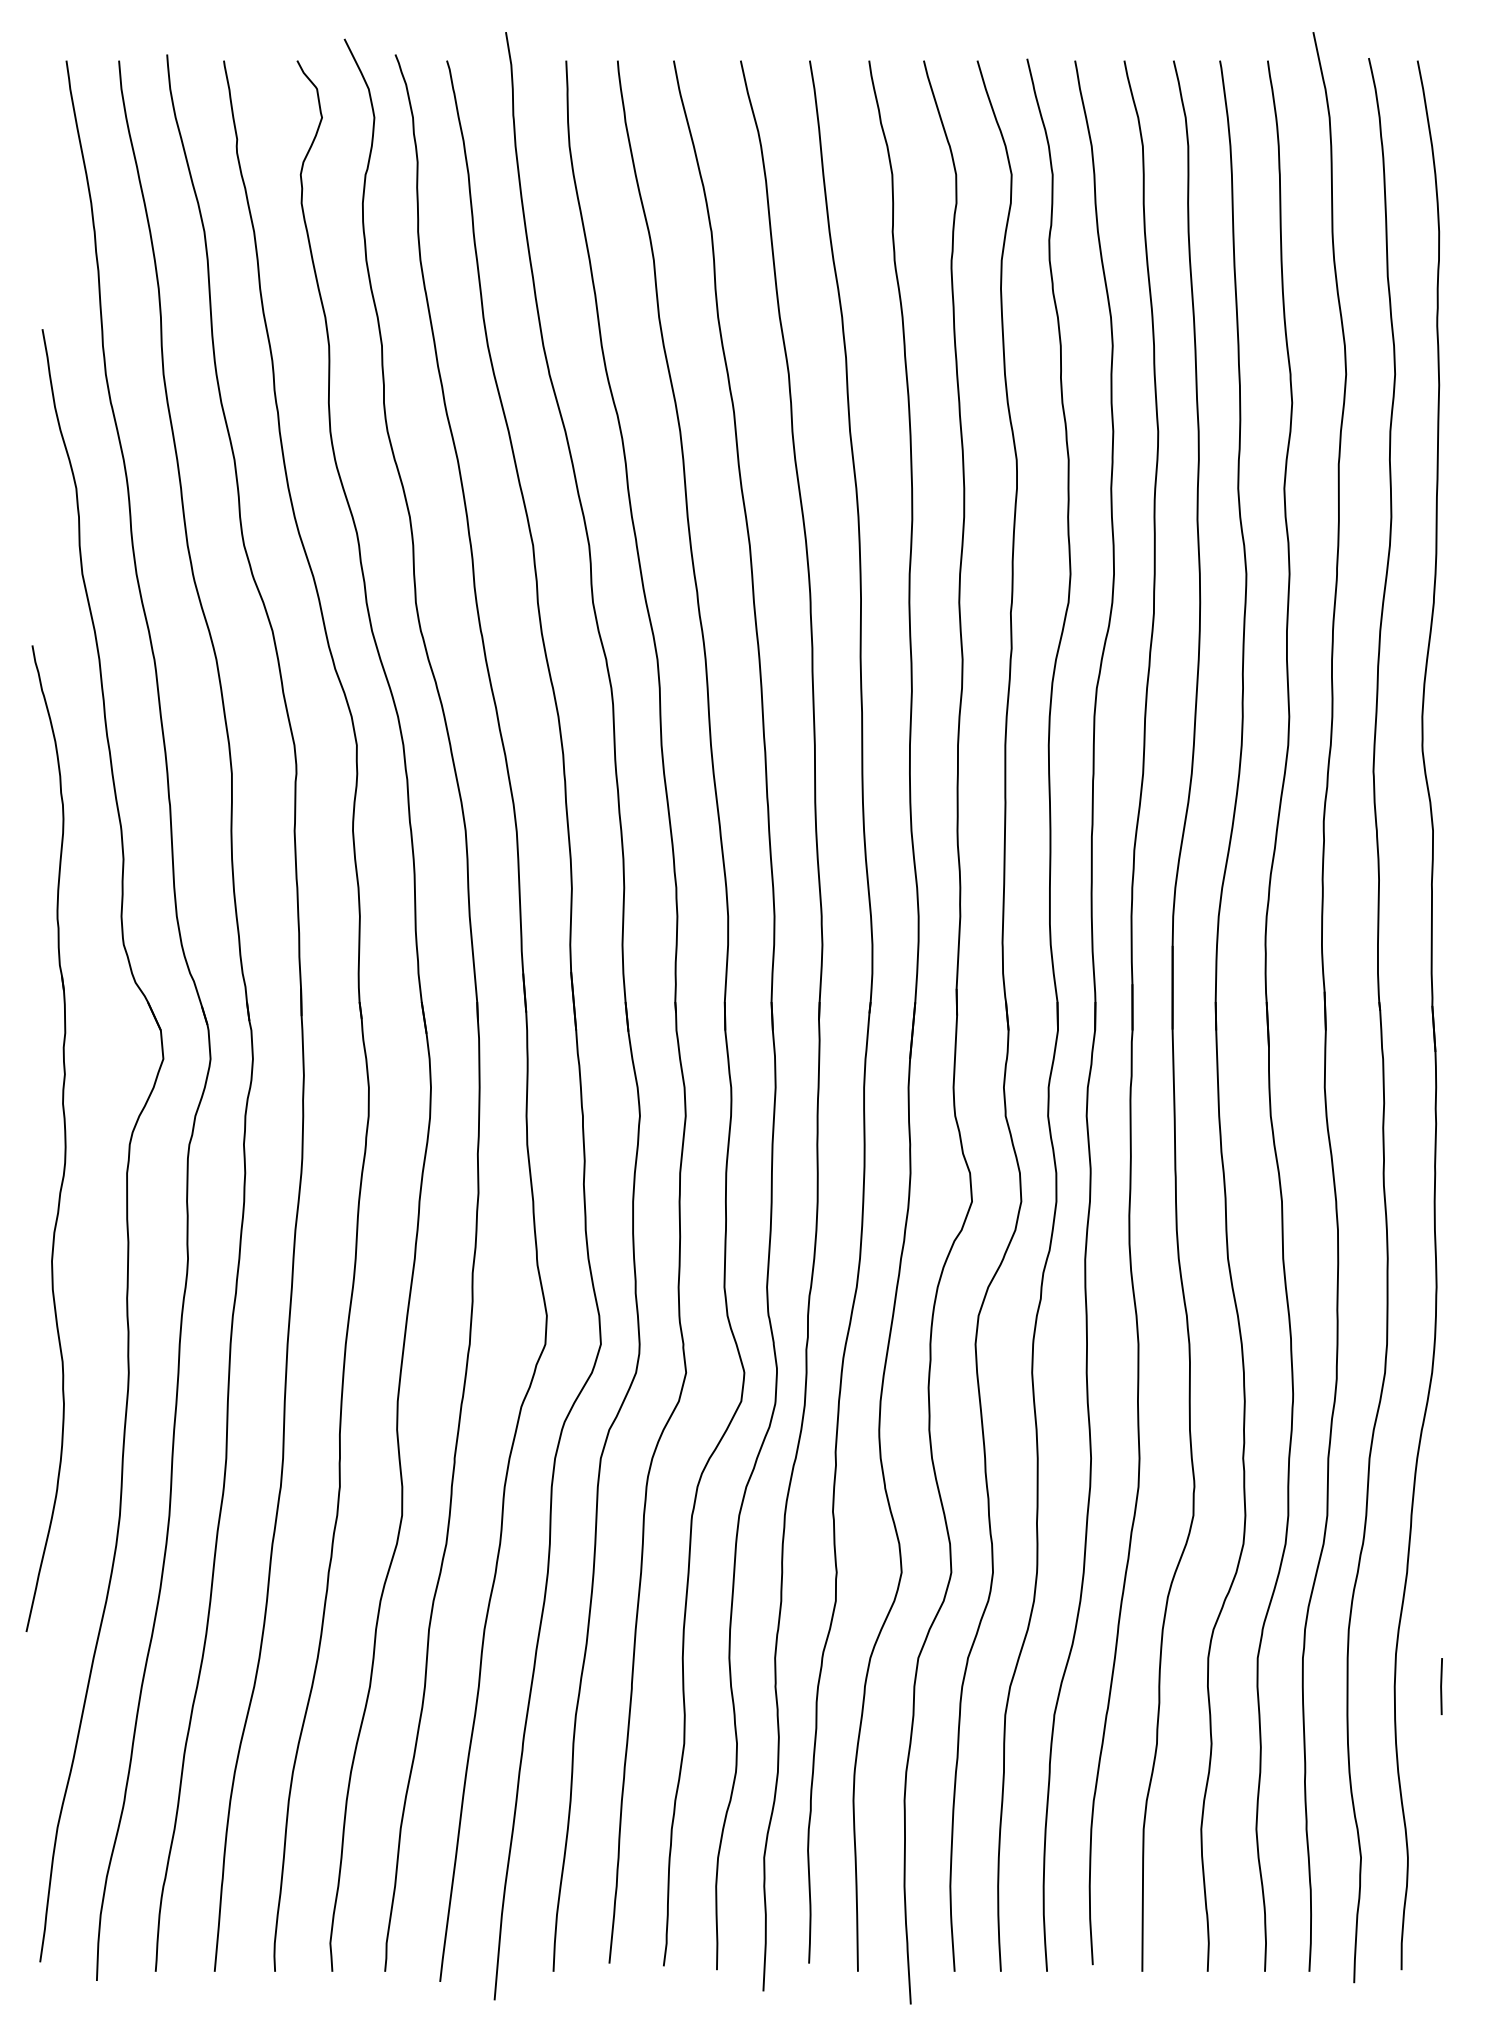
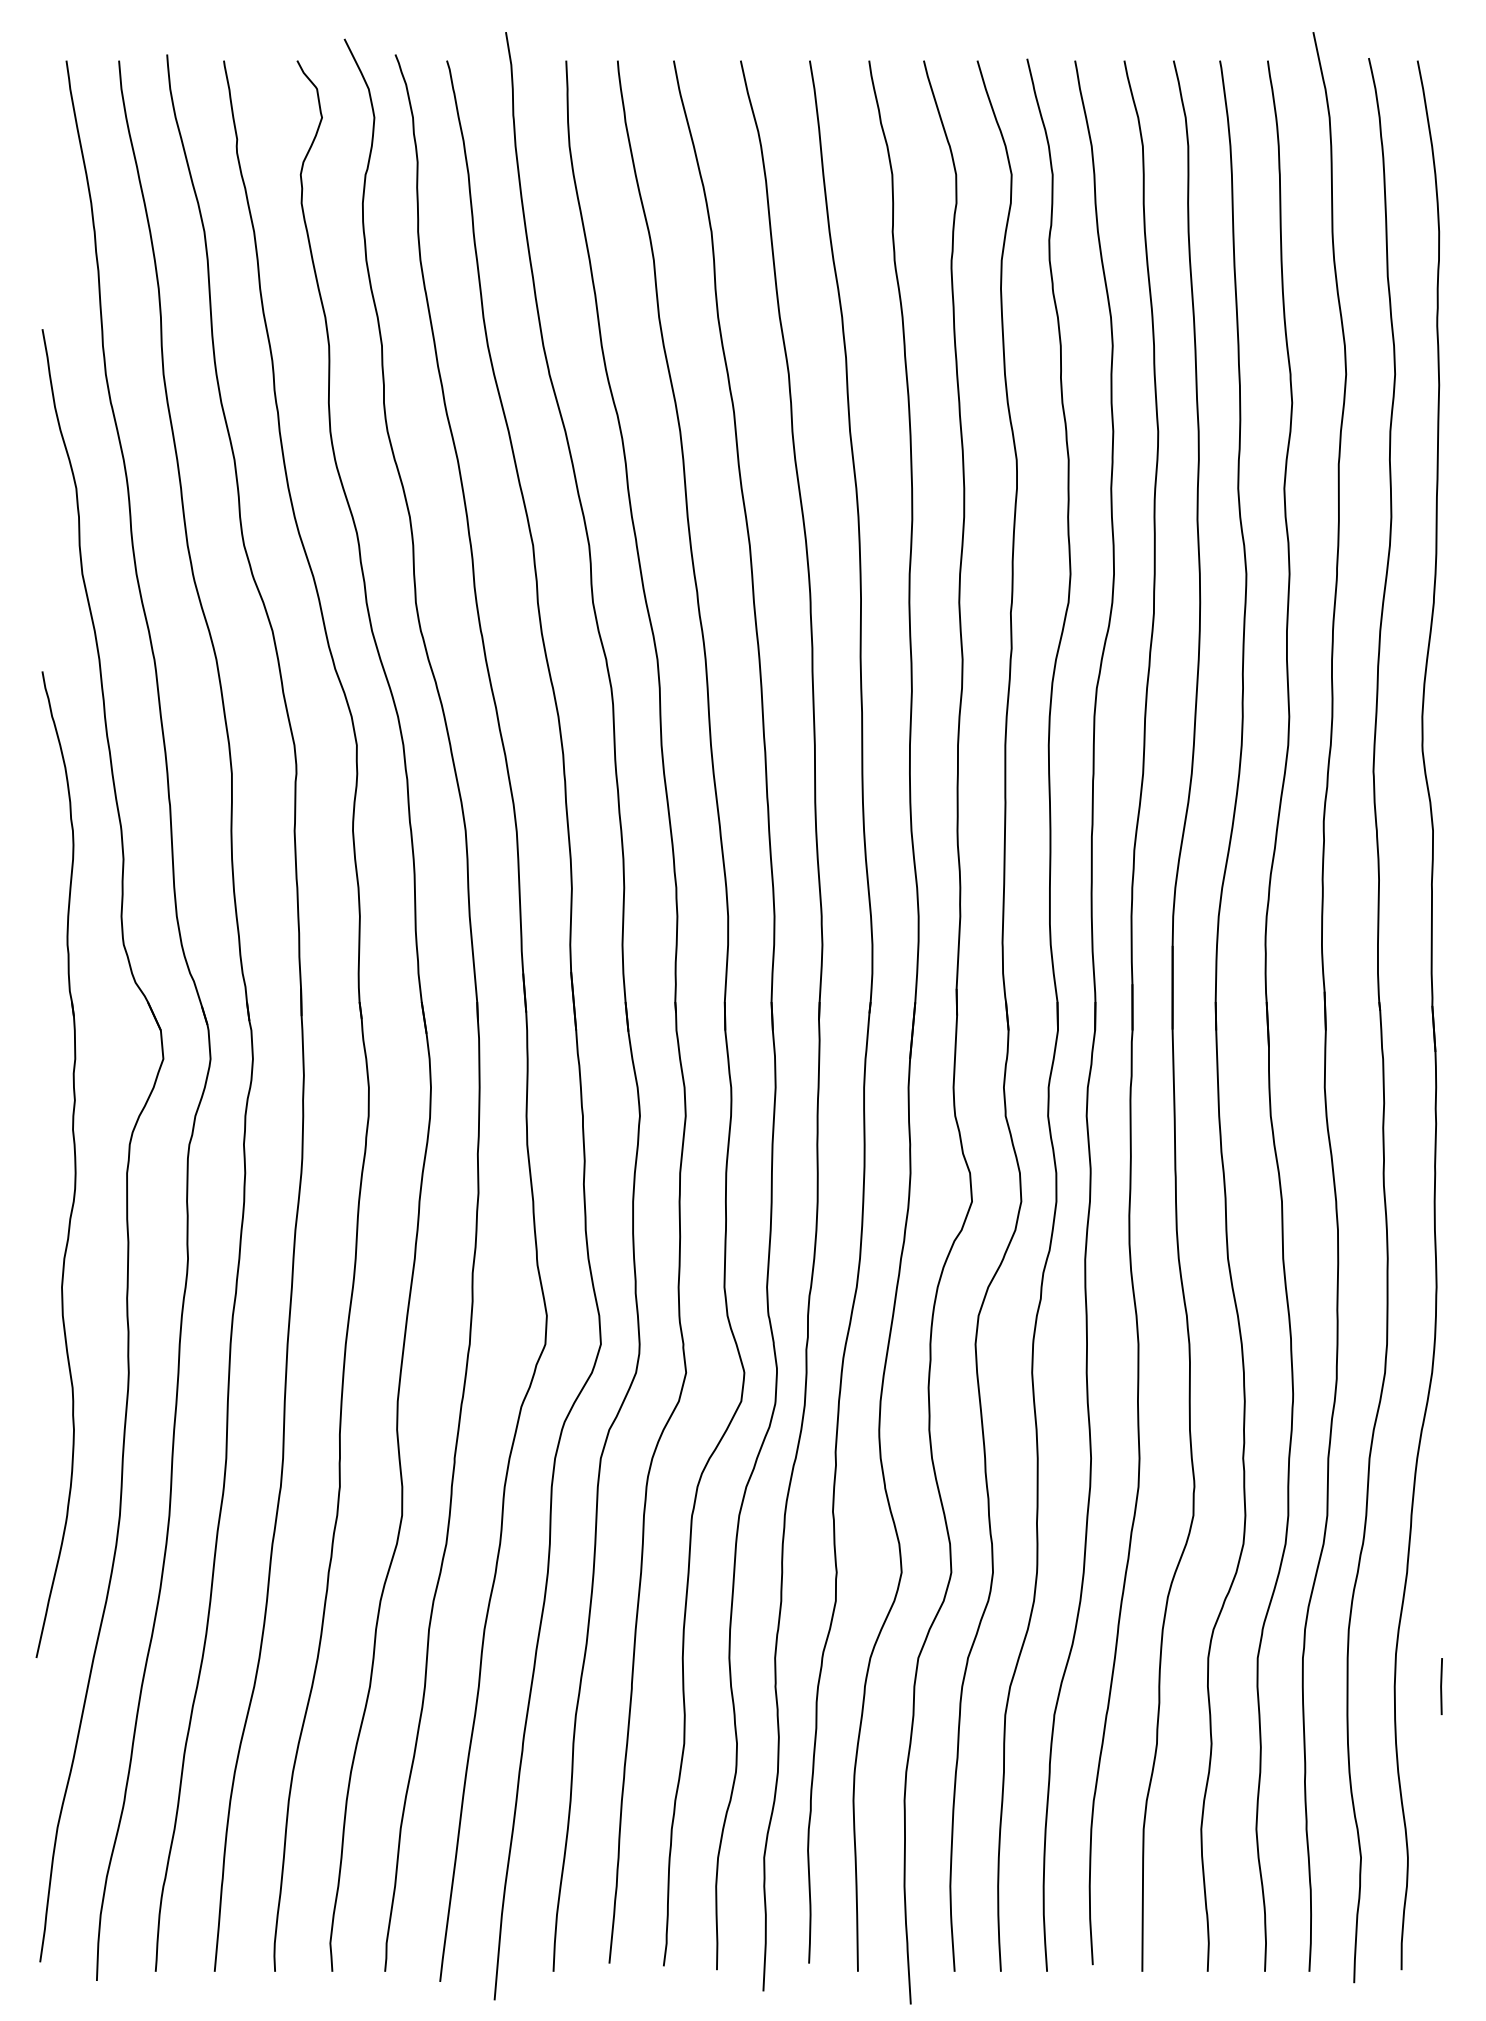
part at (64, 1138) position: (64, 1138) -> (74, 1164)
